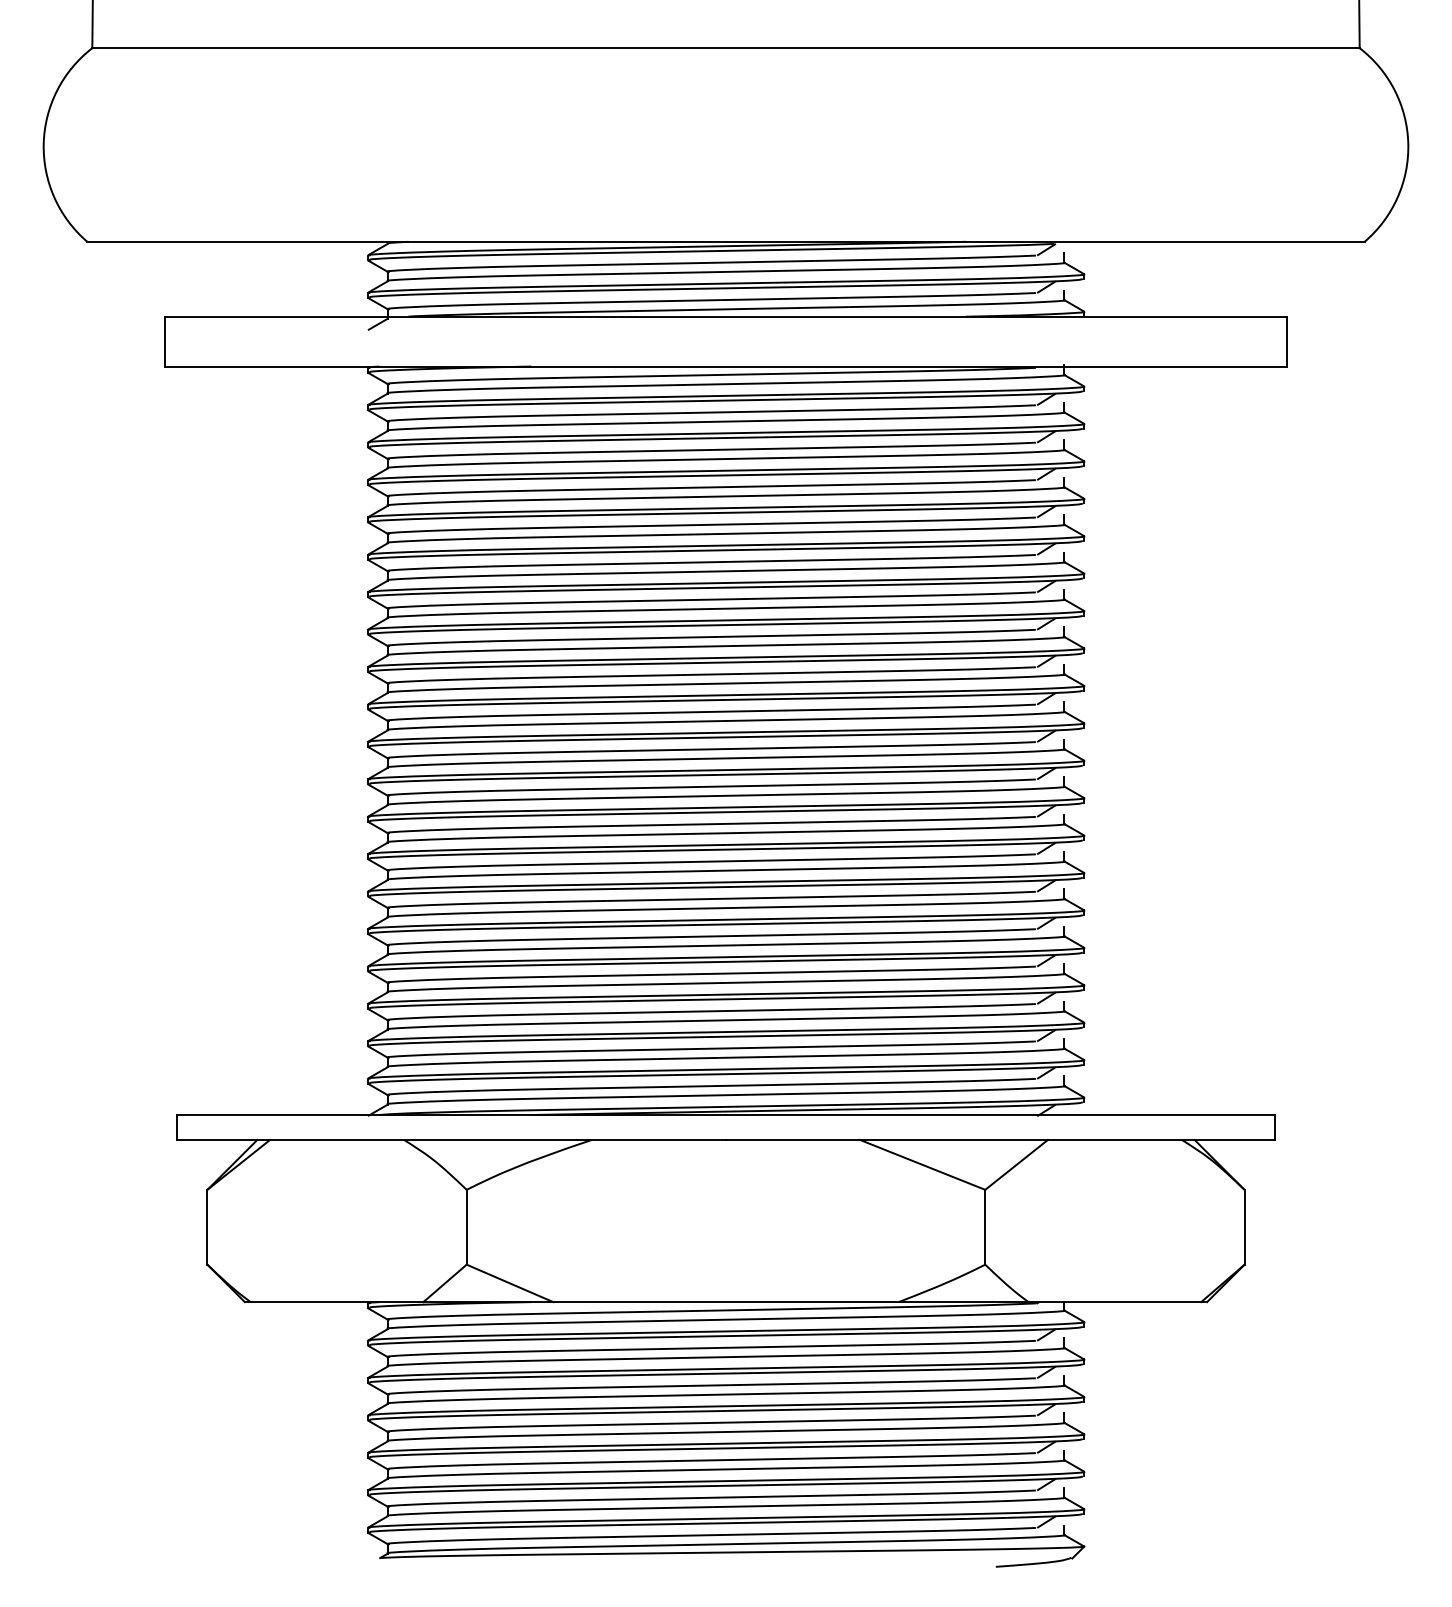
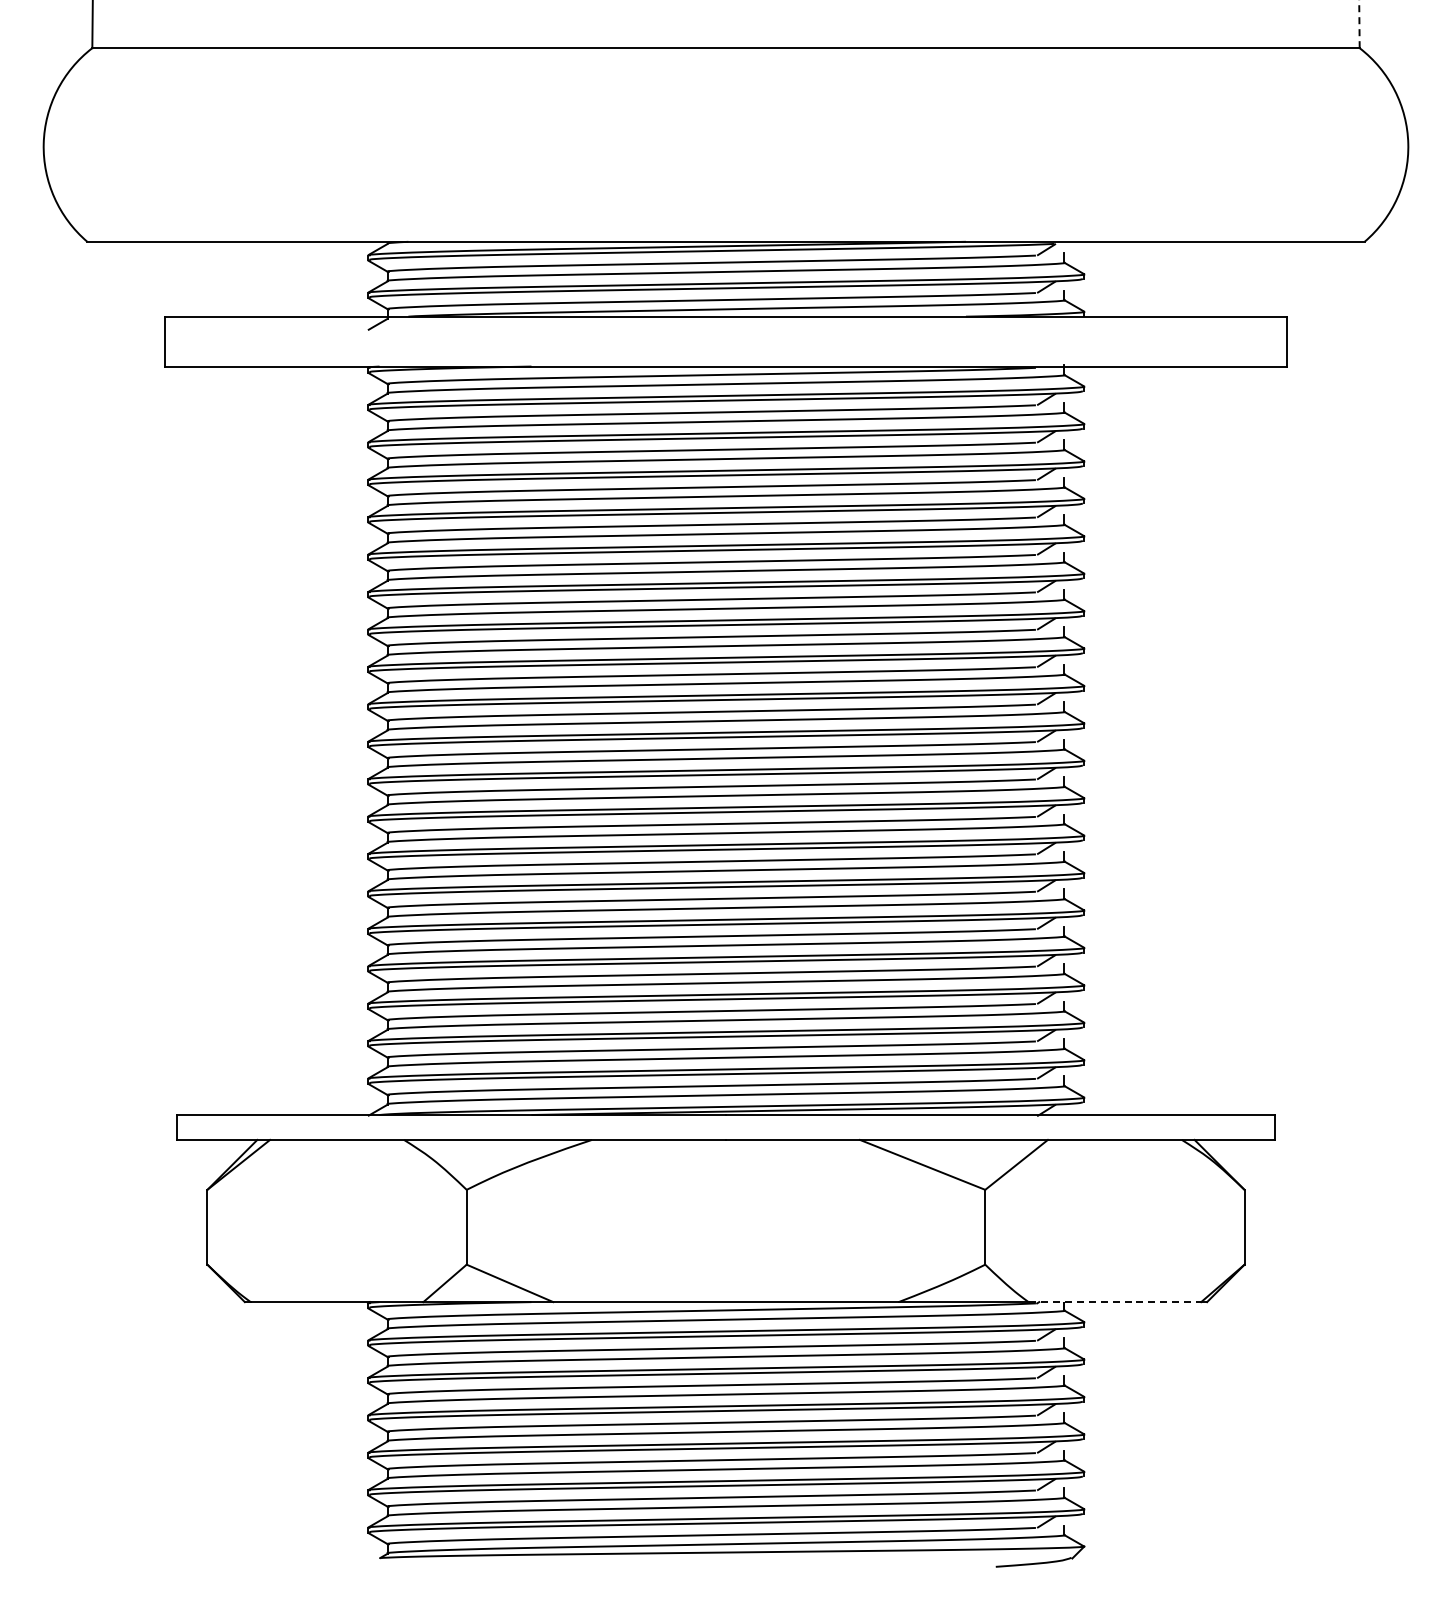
line at (1359, 24): solid -> dashed
line at (1115, 1302): solid -> dashed
